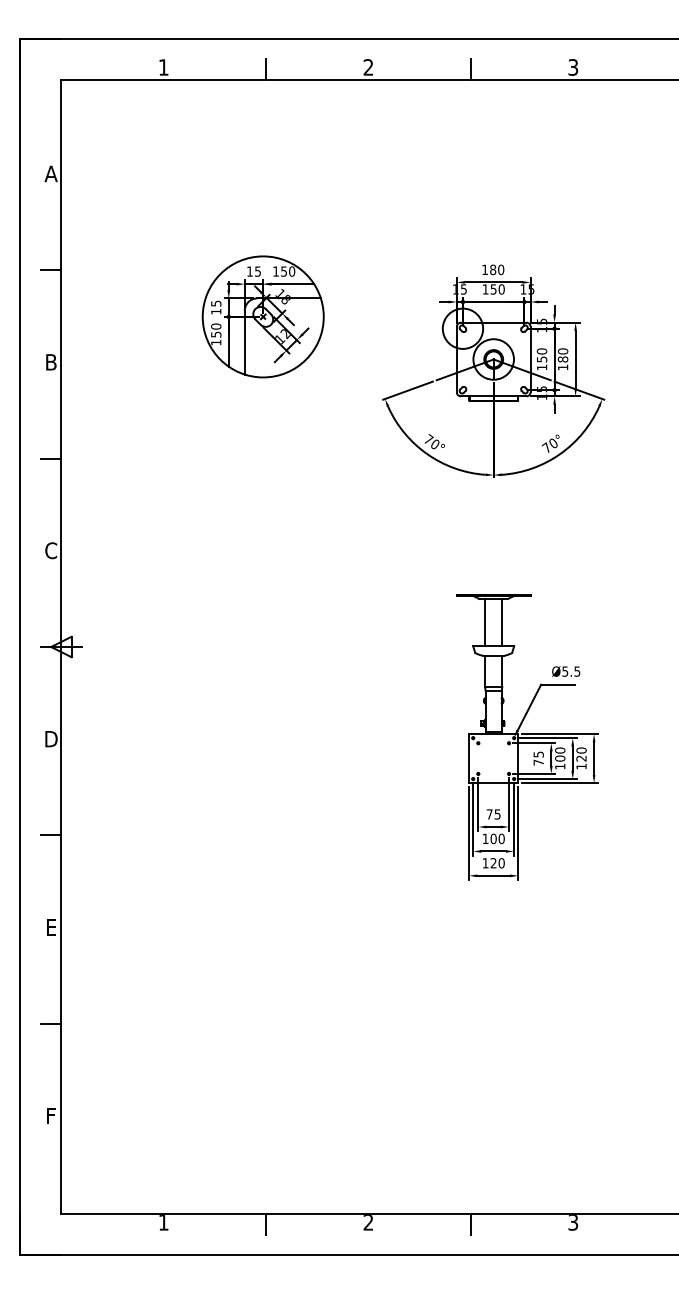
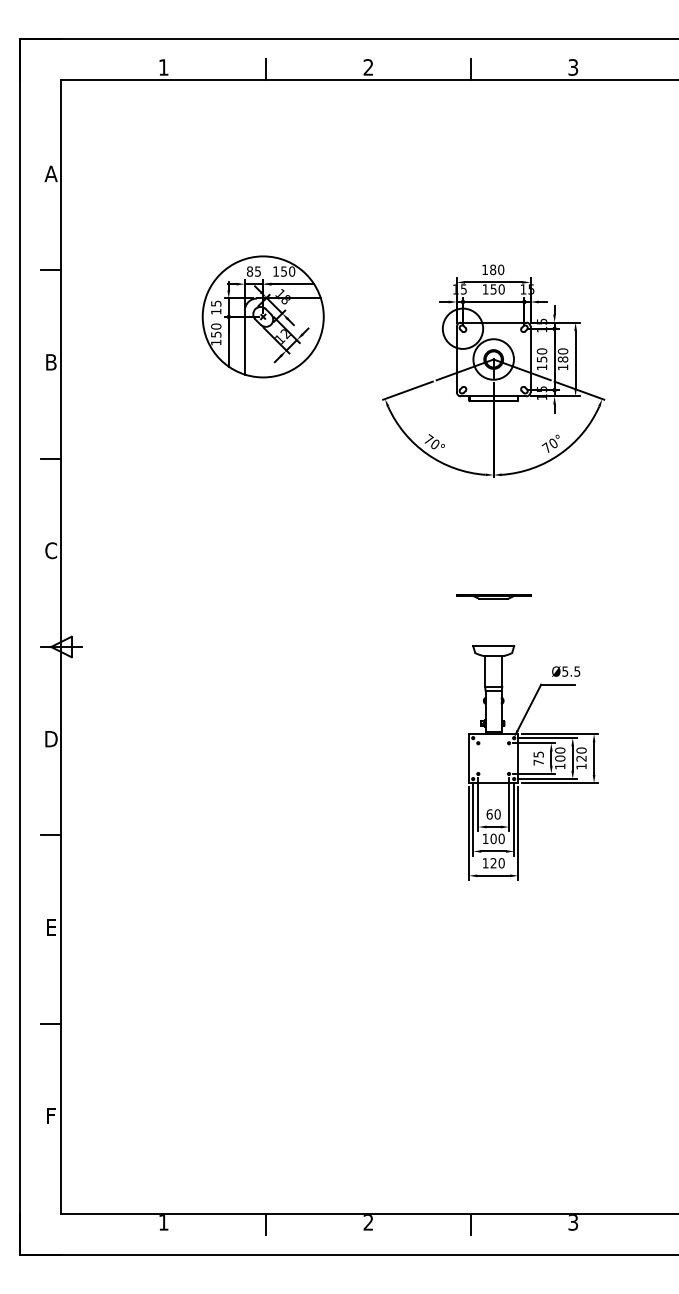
text at (250, 271): 15 -> 85
line at (485, 622): present -> none
line at (502, 622): present -> none
text at (493, 814): 75 -> 60
